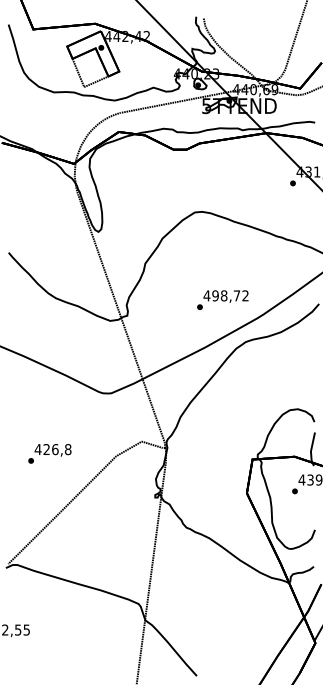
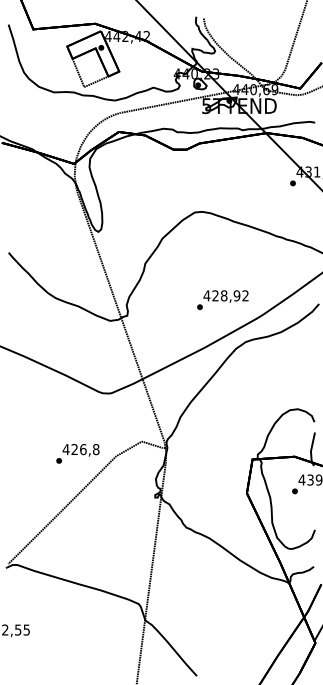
text at (226, 295): 498,72 -> 428,92
text at (49, 453) position: (49, 453) -> (77, 453)
